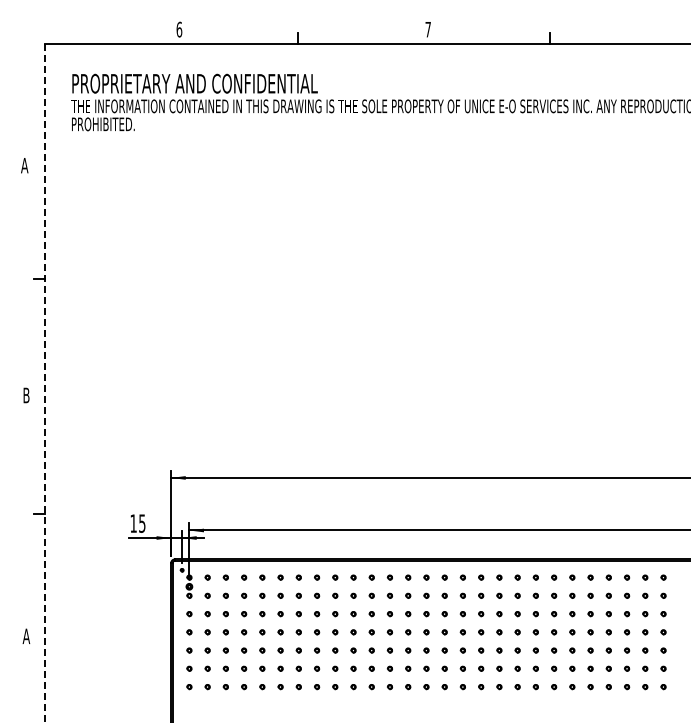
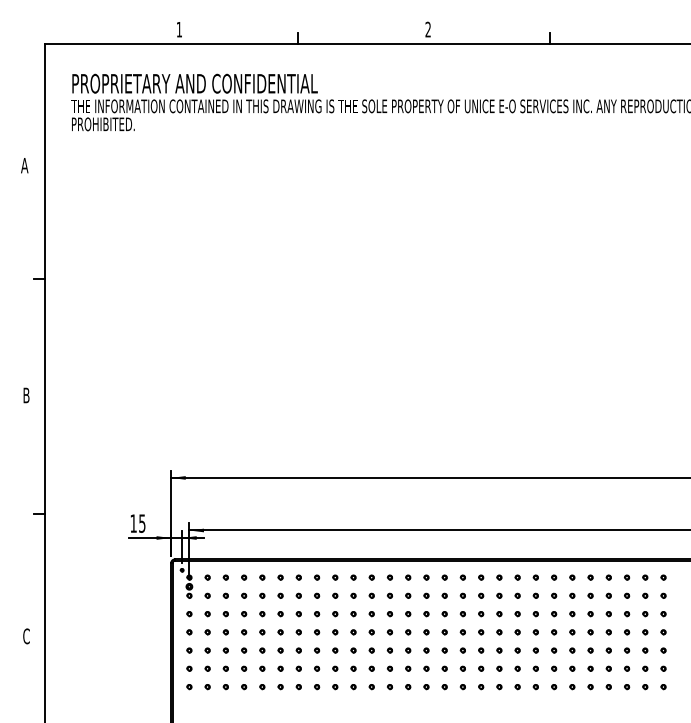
text at (179, 29): 6 -> 1
text at (427, 29): 7 -> 2
line at (45, 383): dashed -> solid
text at (26, 636): A -> C
